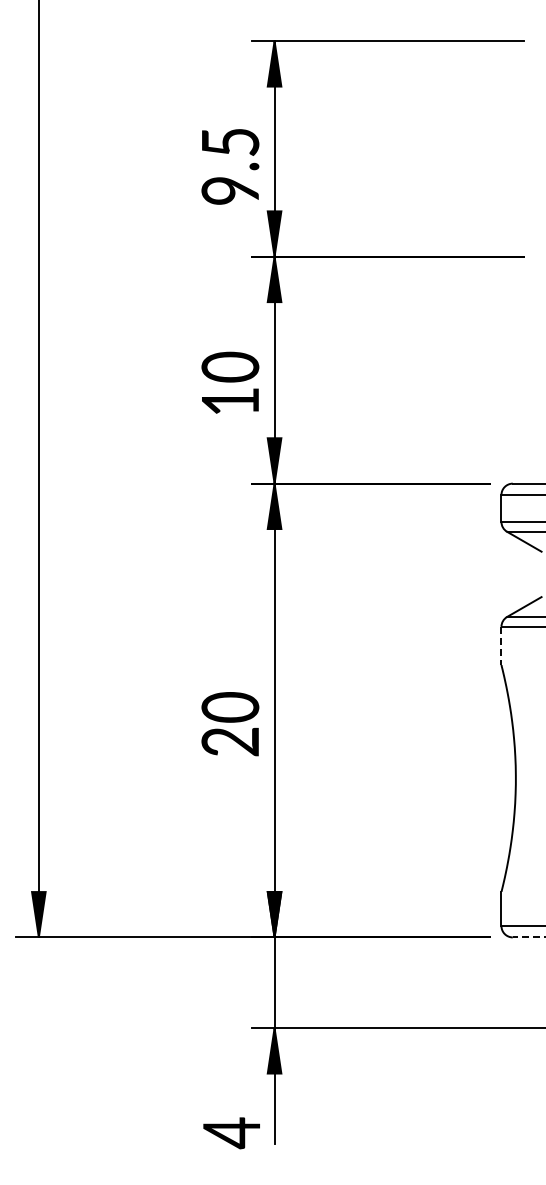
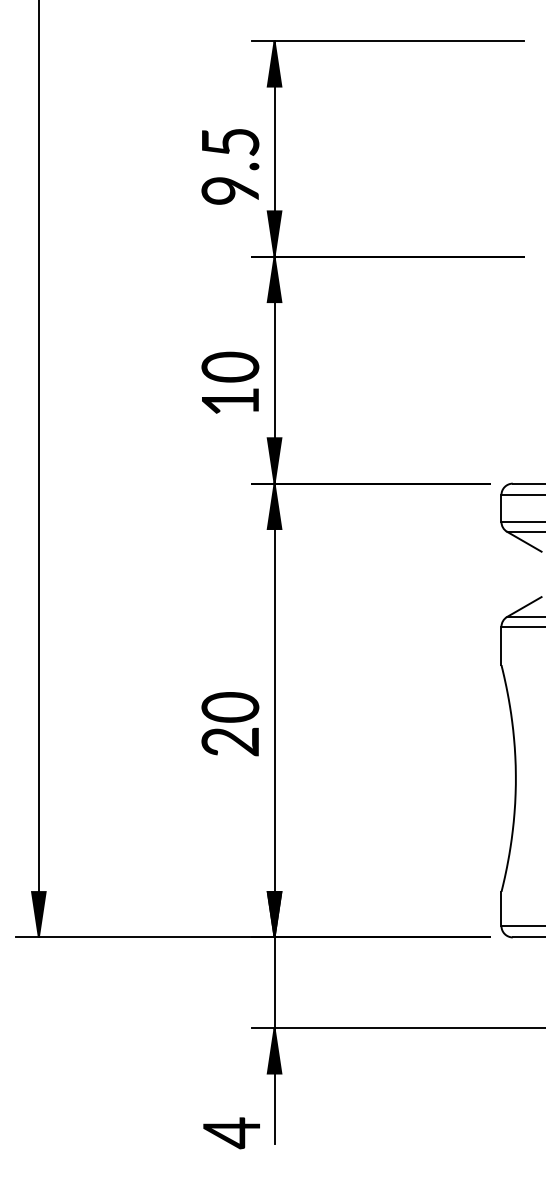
line at (501, 646): dashed -> solid
line at (528, 937): dashed -> solid
